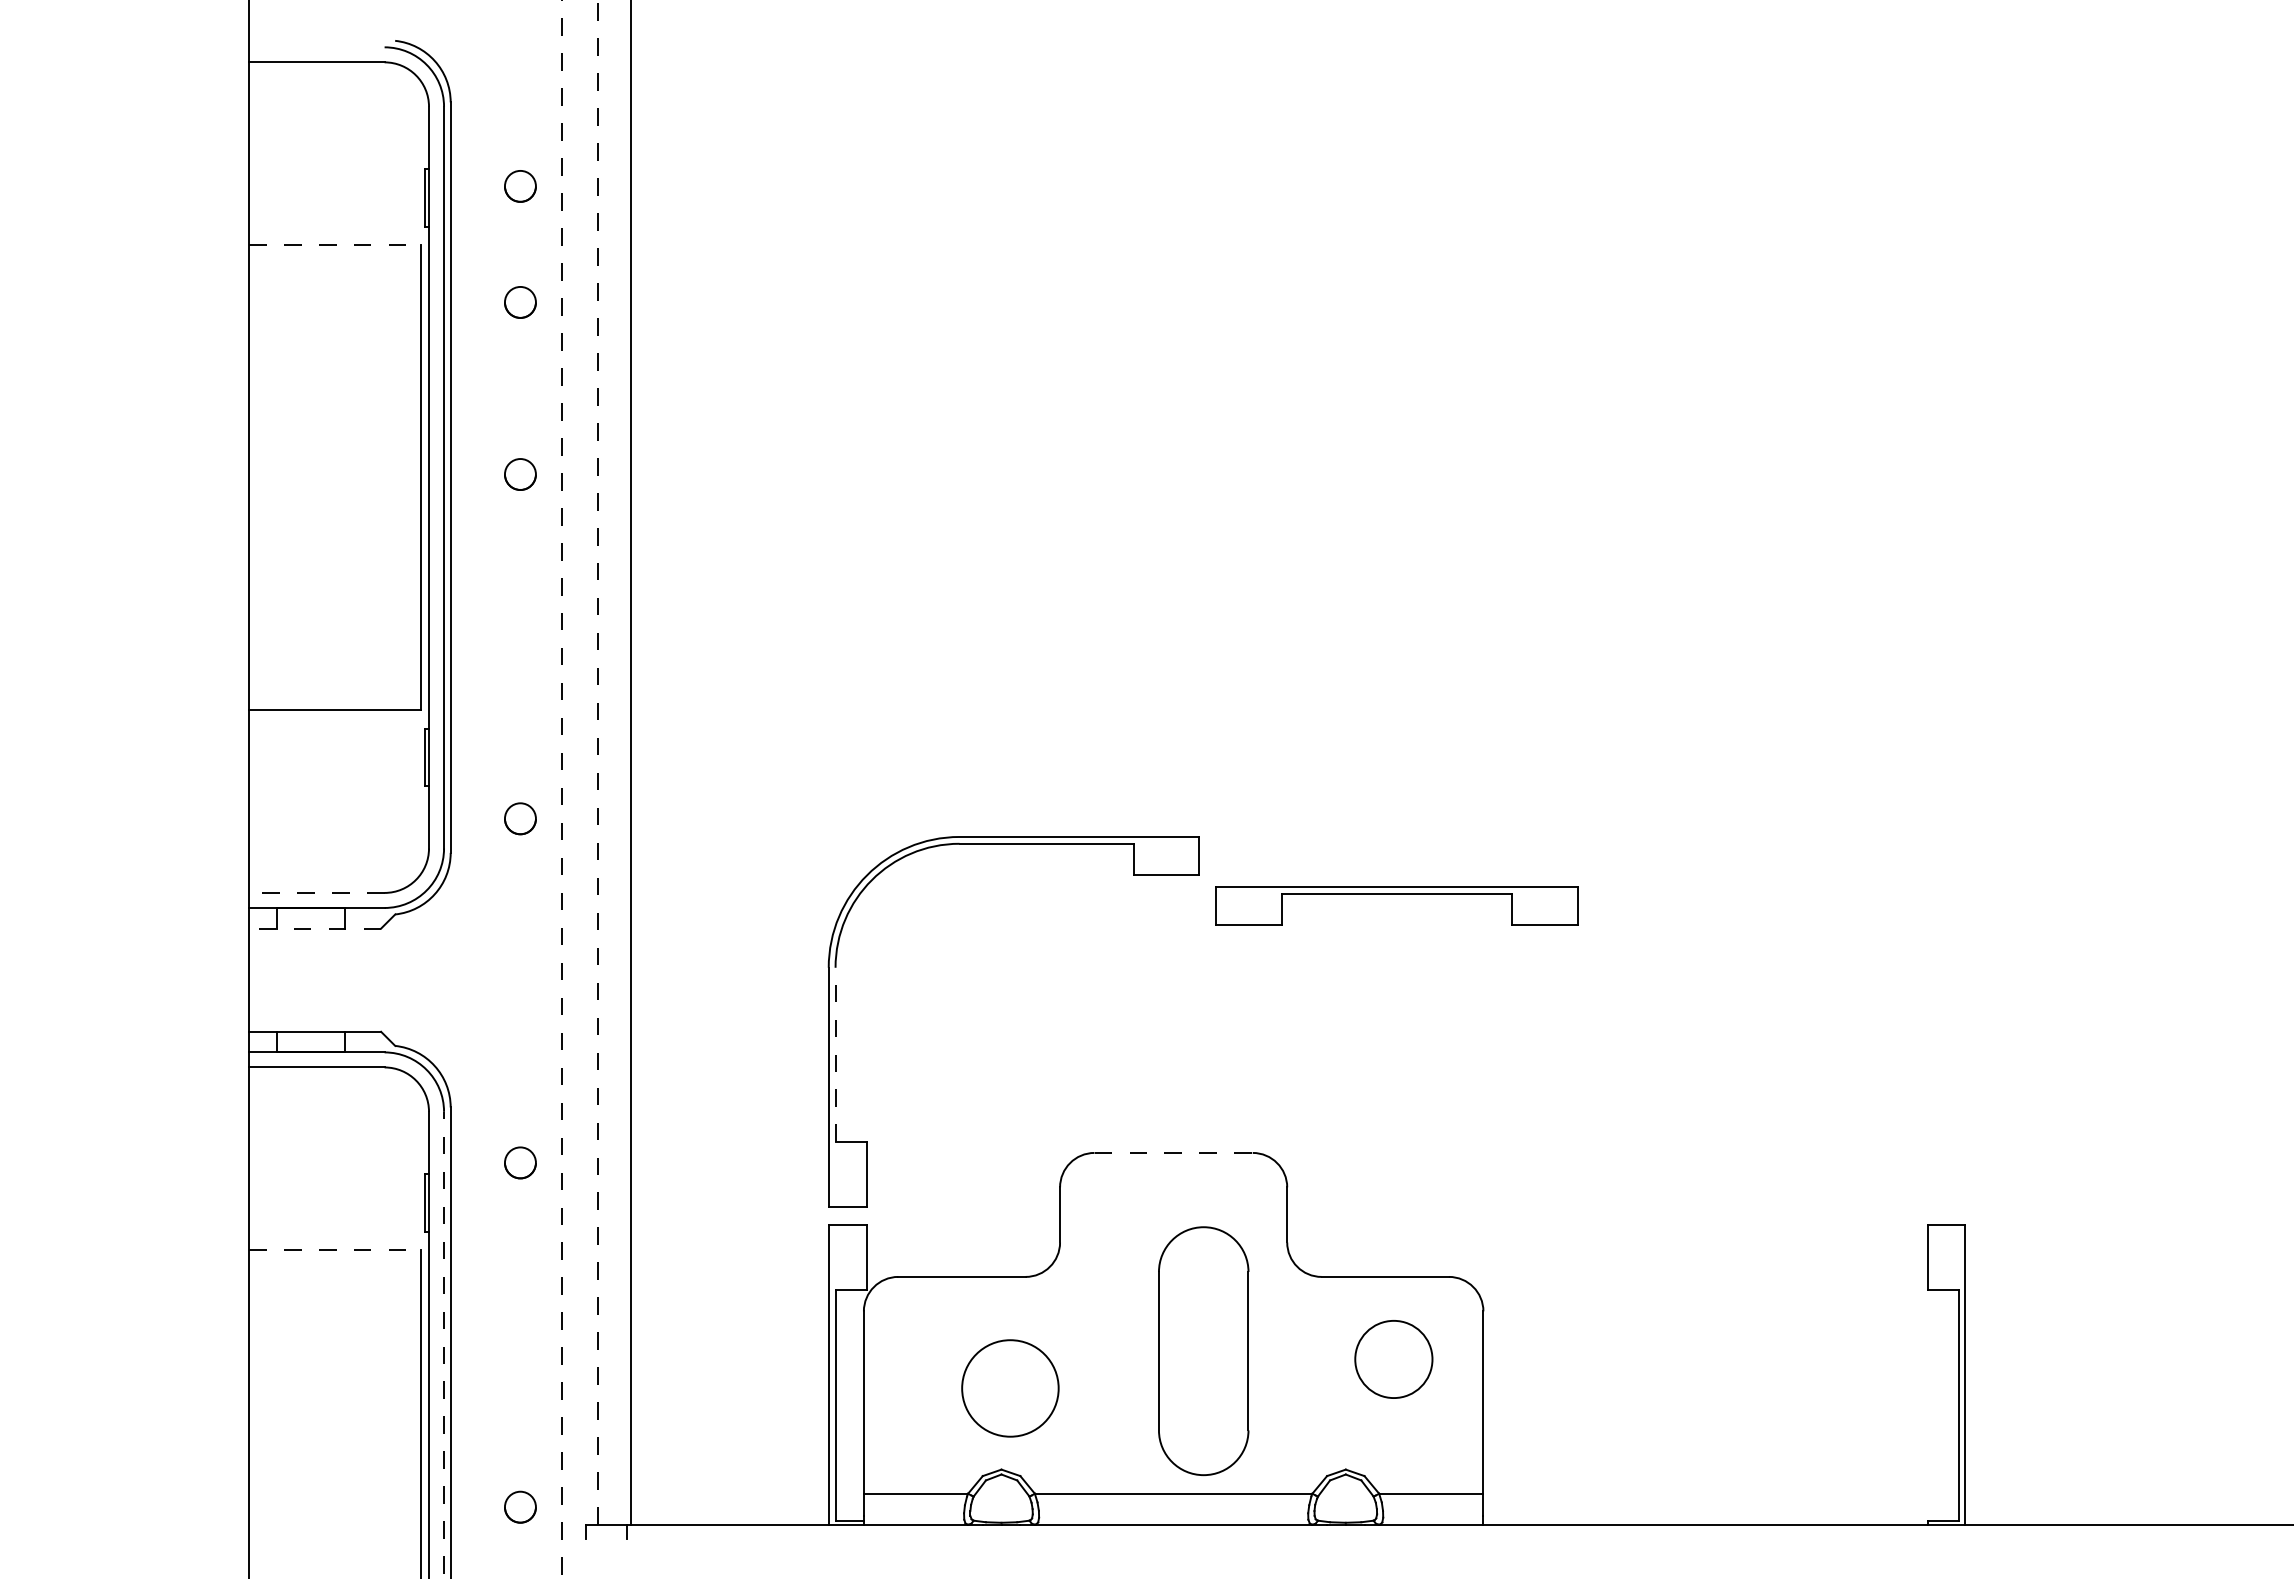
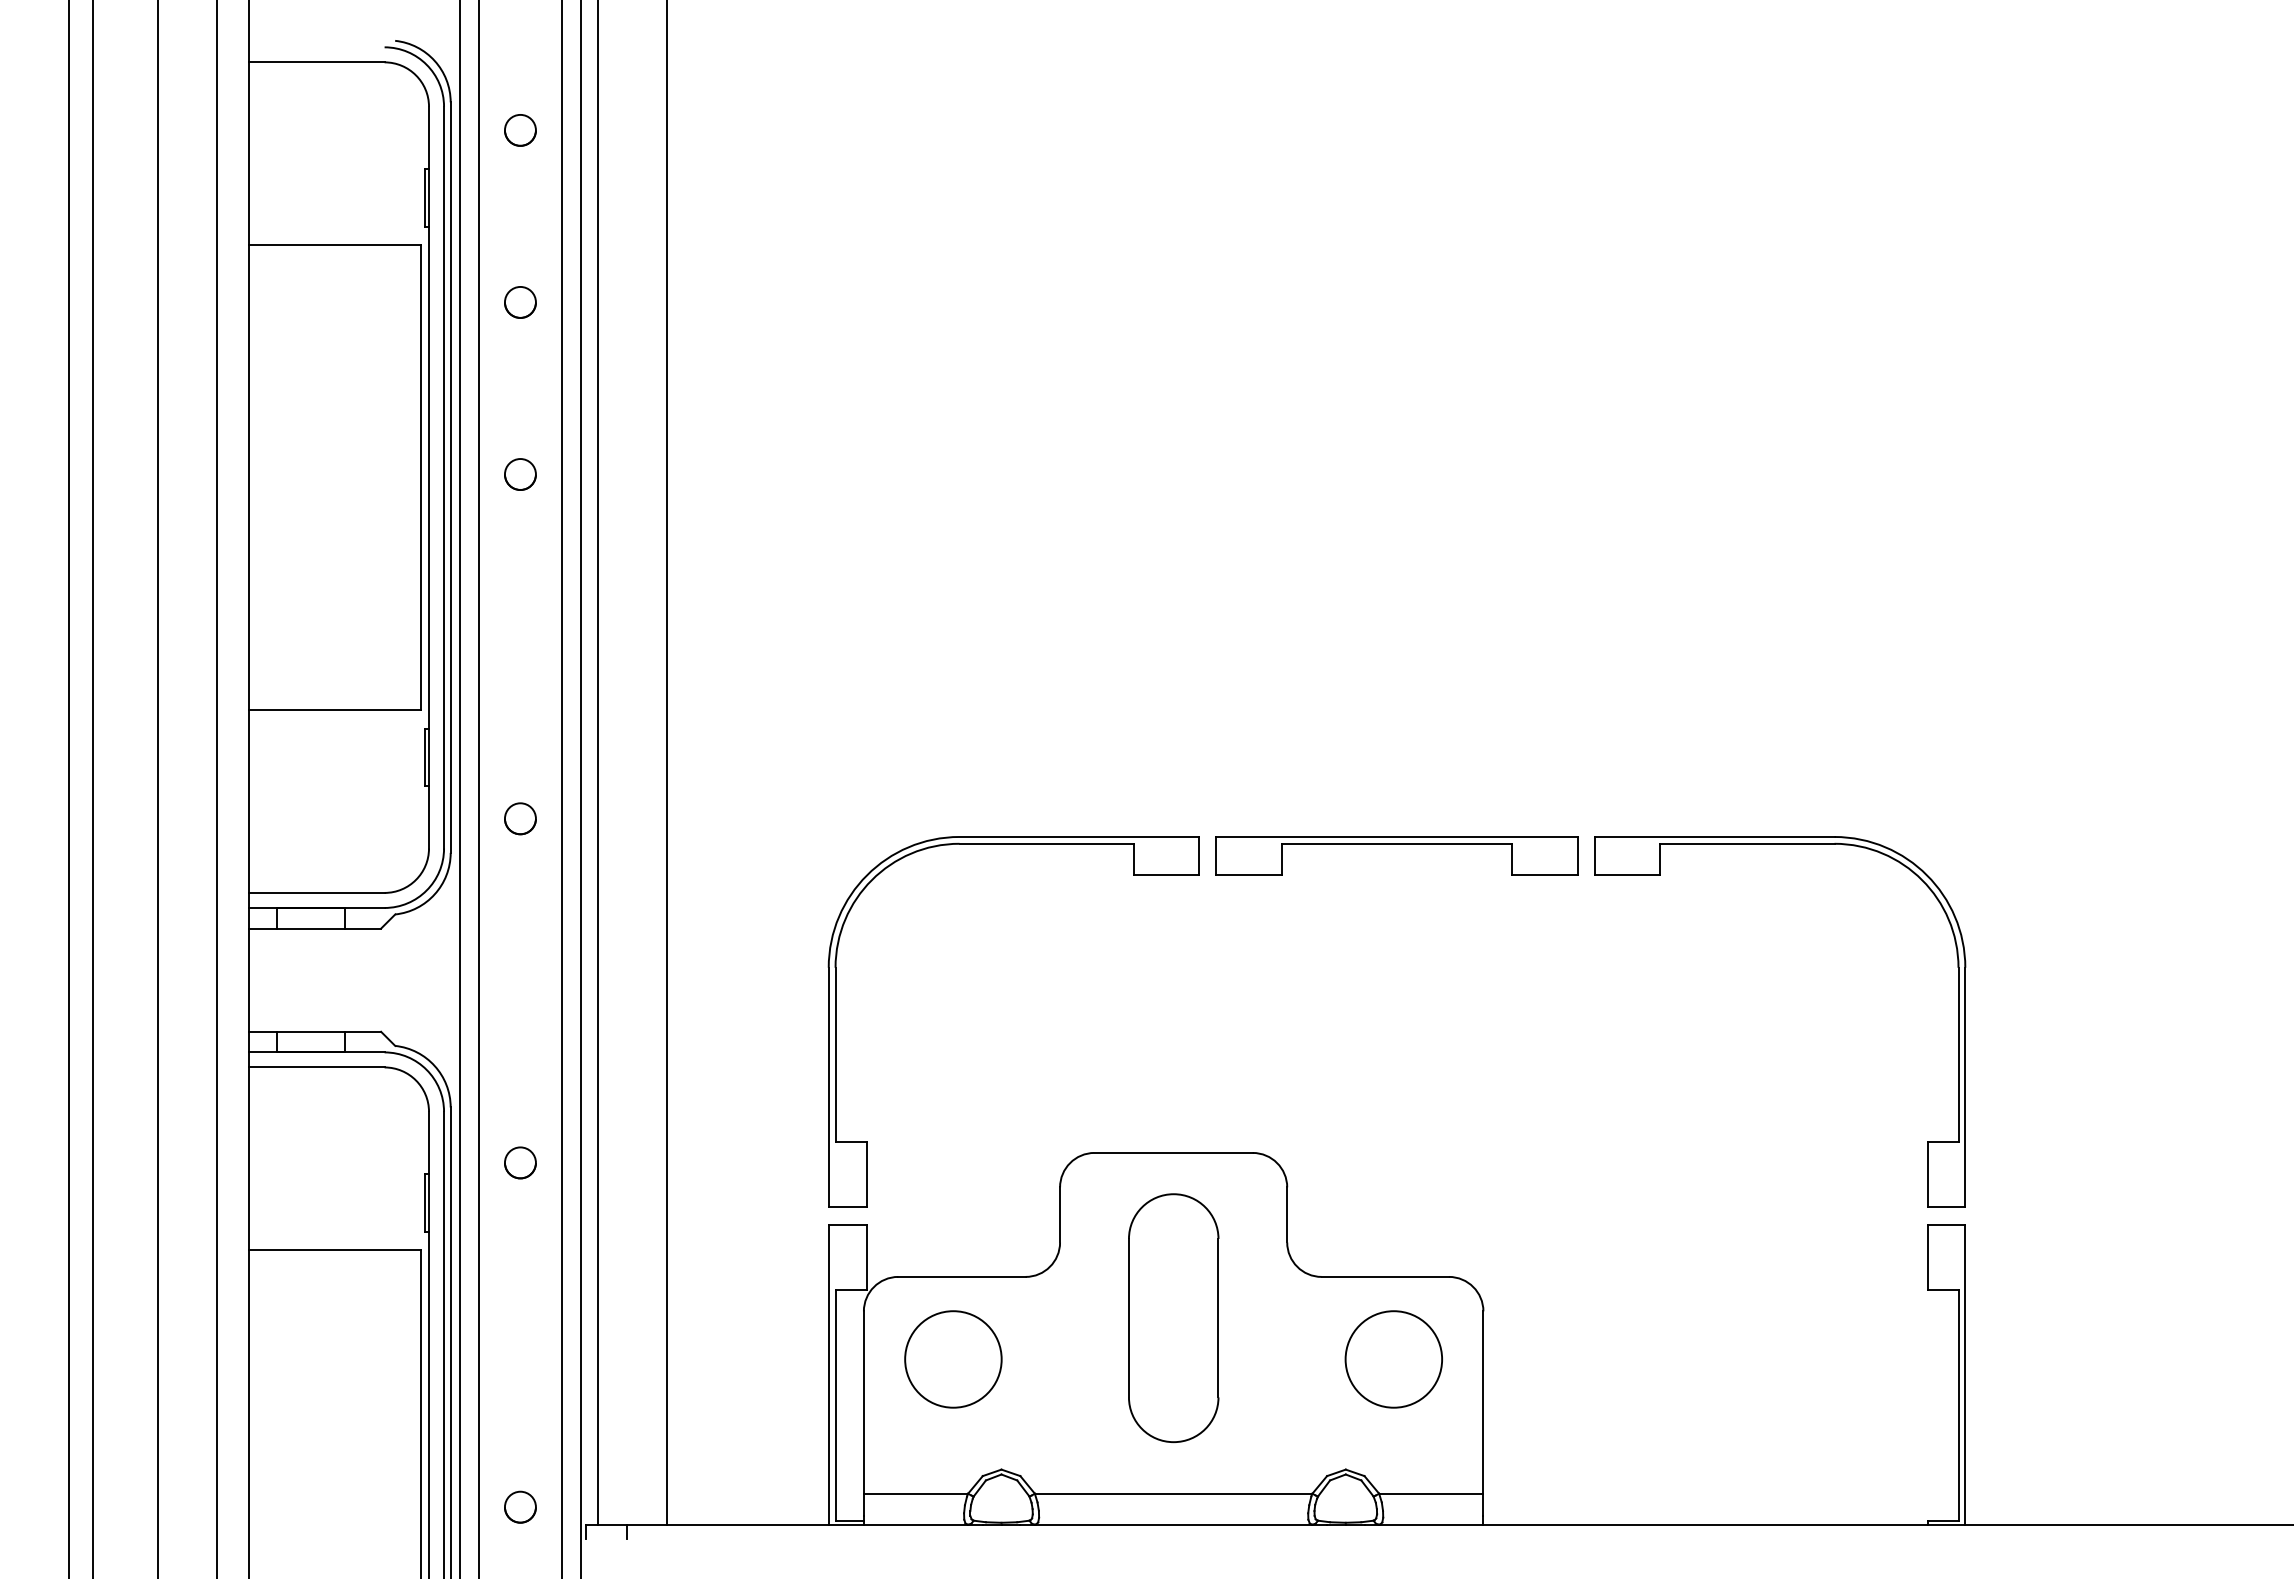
circle at (520, 186) position: (520, 186) -> (520, 130)
line at (335, 245): dashed -> solid
line at (598, 762): dashed -> solid
line at (631, 763) position: (631, 763) -> (667, 763)
line at (68, 788): none -> present
line at (92, 788): none -> present
line at (158, 788): none -> present
line at (217, 788): none -> present
line at (459, 788): none -> present
line at (479, 788): none -> present
line at (580, 788): none -> present
line at (561, 789): dashed -> solid
part at (1780, 844): none -> present
line at (316, 892): dashed -> solid
part at (1396, 894) position: (1396, 894) -> (1396, 844)
line at (314, 928): dashed -> solid
line at (835, 1054): dashed -> solid
line at (1174, 1152): dashed -> solid
line at (335, 1250): dashed -> solid
line at (443, 1344): dashed -> solid
part at (1203, 1351) position: (1203, 1351) -> (1173, 1318)
circle at (1393, 1359) diameter: 77 px -> 97 px
circle at (1010, 1388) position: (1010, 1388) -> (953, 1359)
